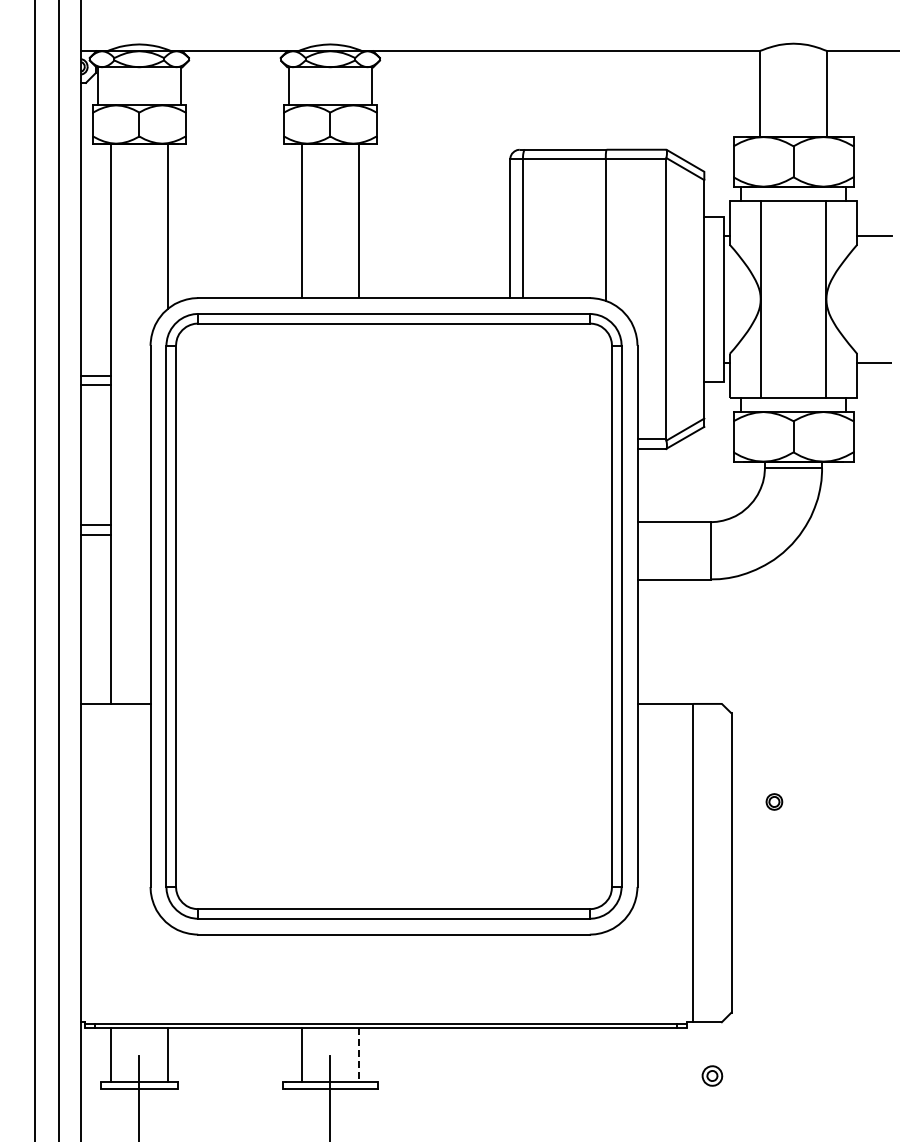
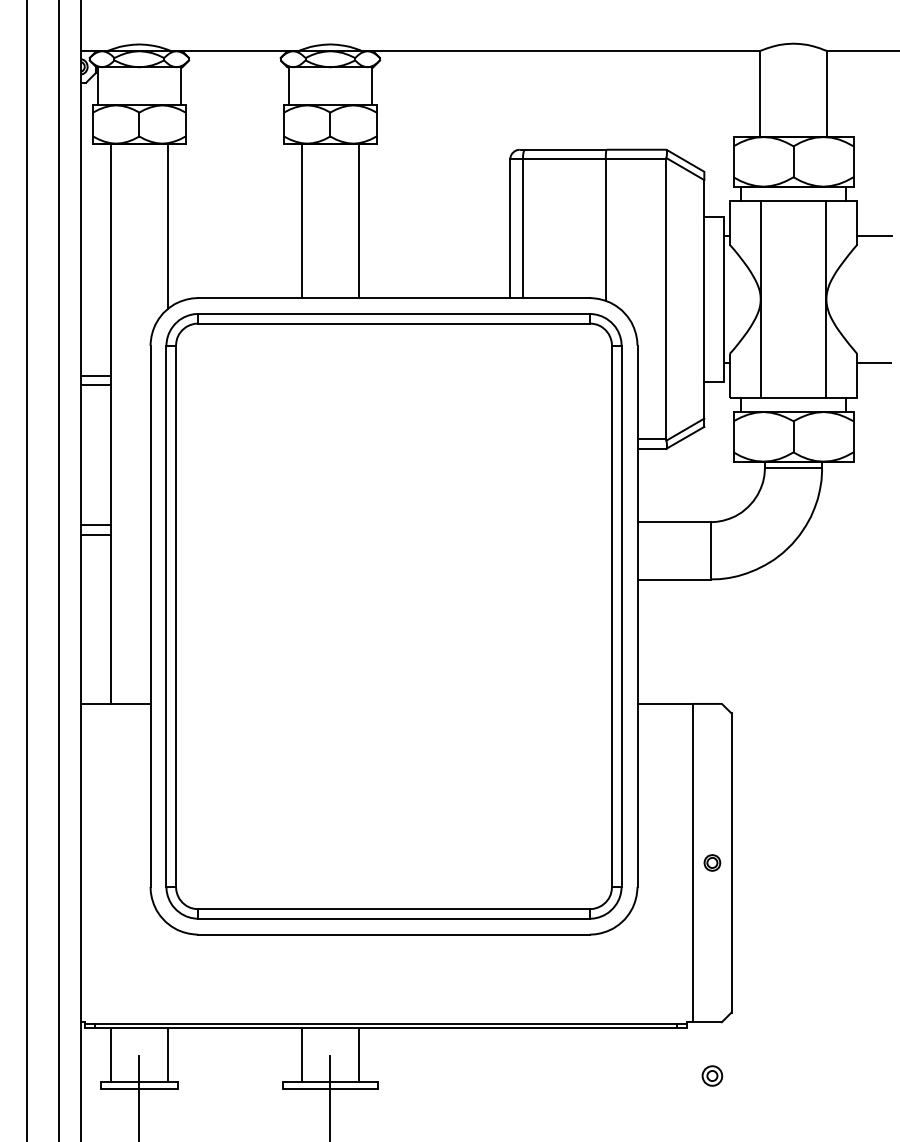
line at (35, 570) position: (35, 570) -> (27, 570)
part at (774, 801) position: (774, 801) -> (712, 862)
line at (359, 1055): dashed -> solid
